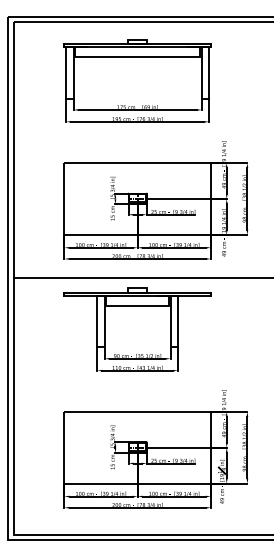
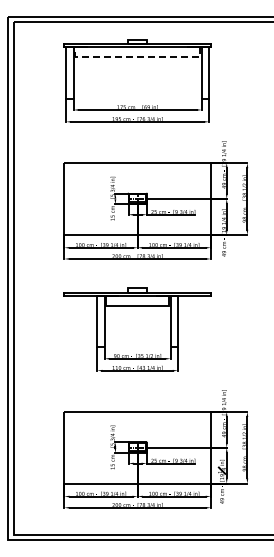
line at (137, 56): solid -> dashed
line at (141, 278): present -> none
